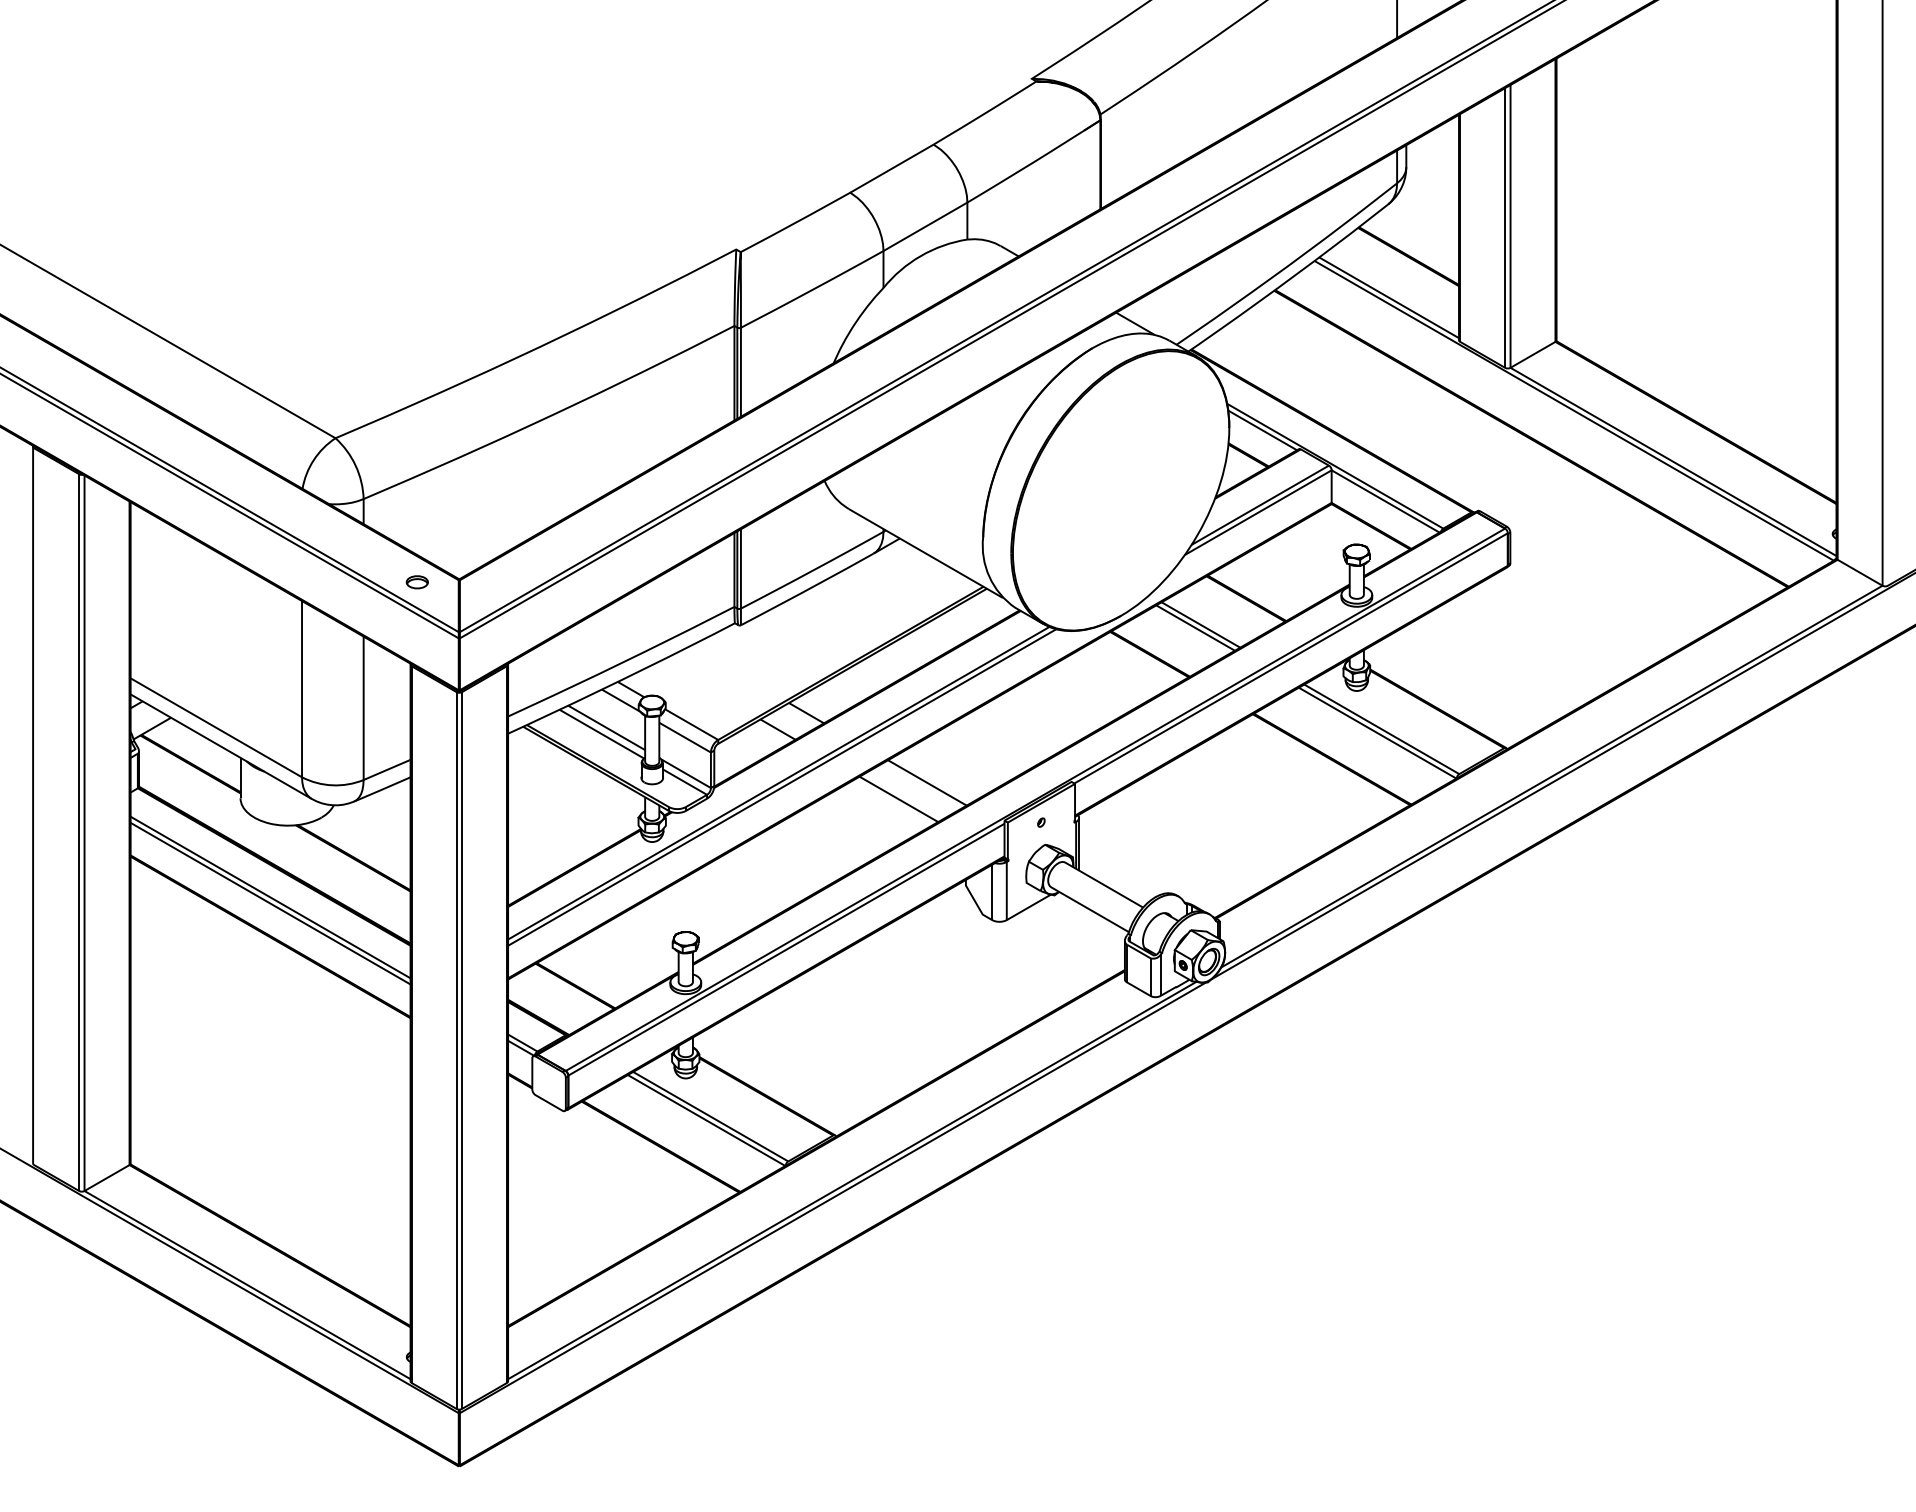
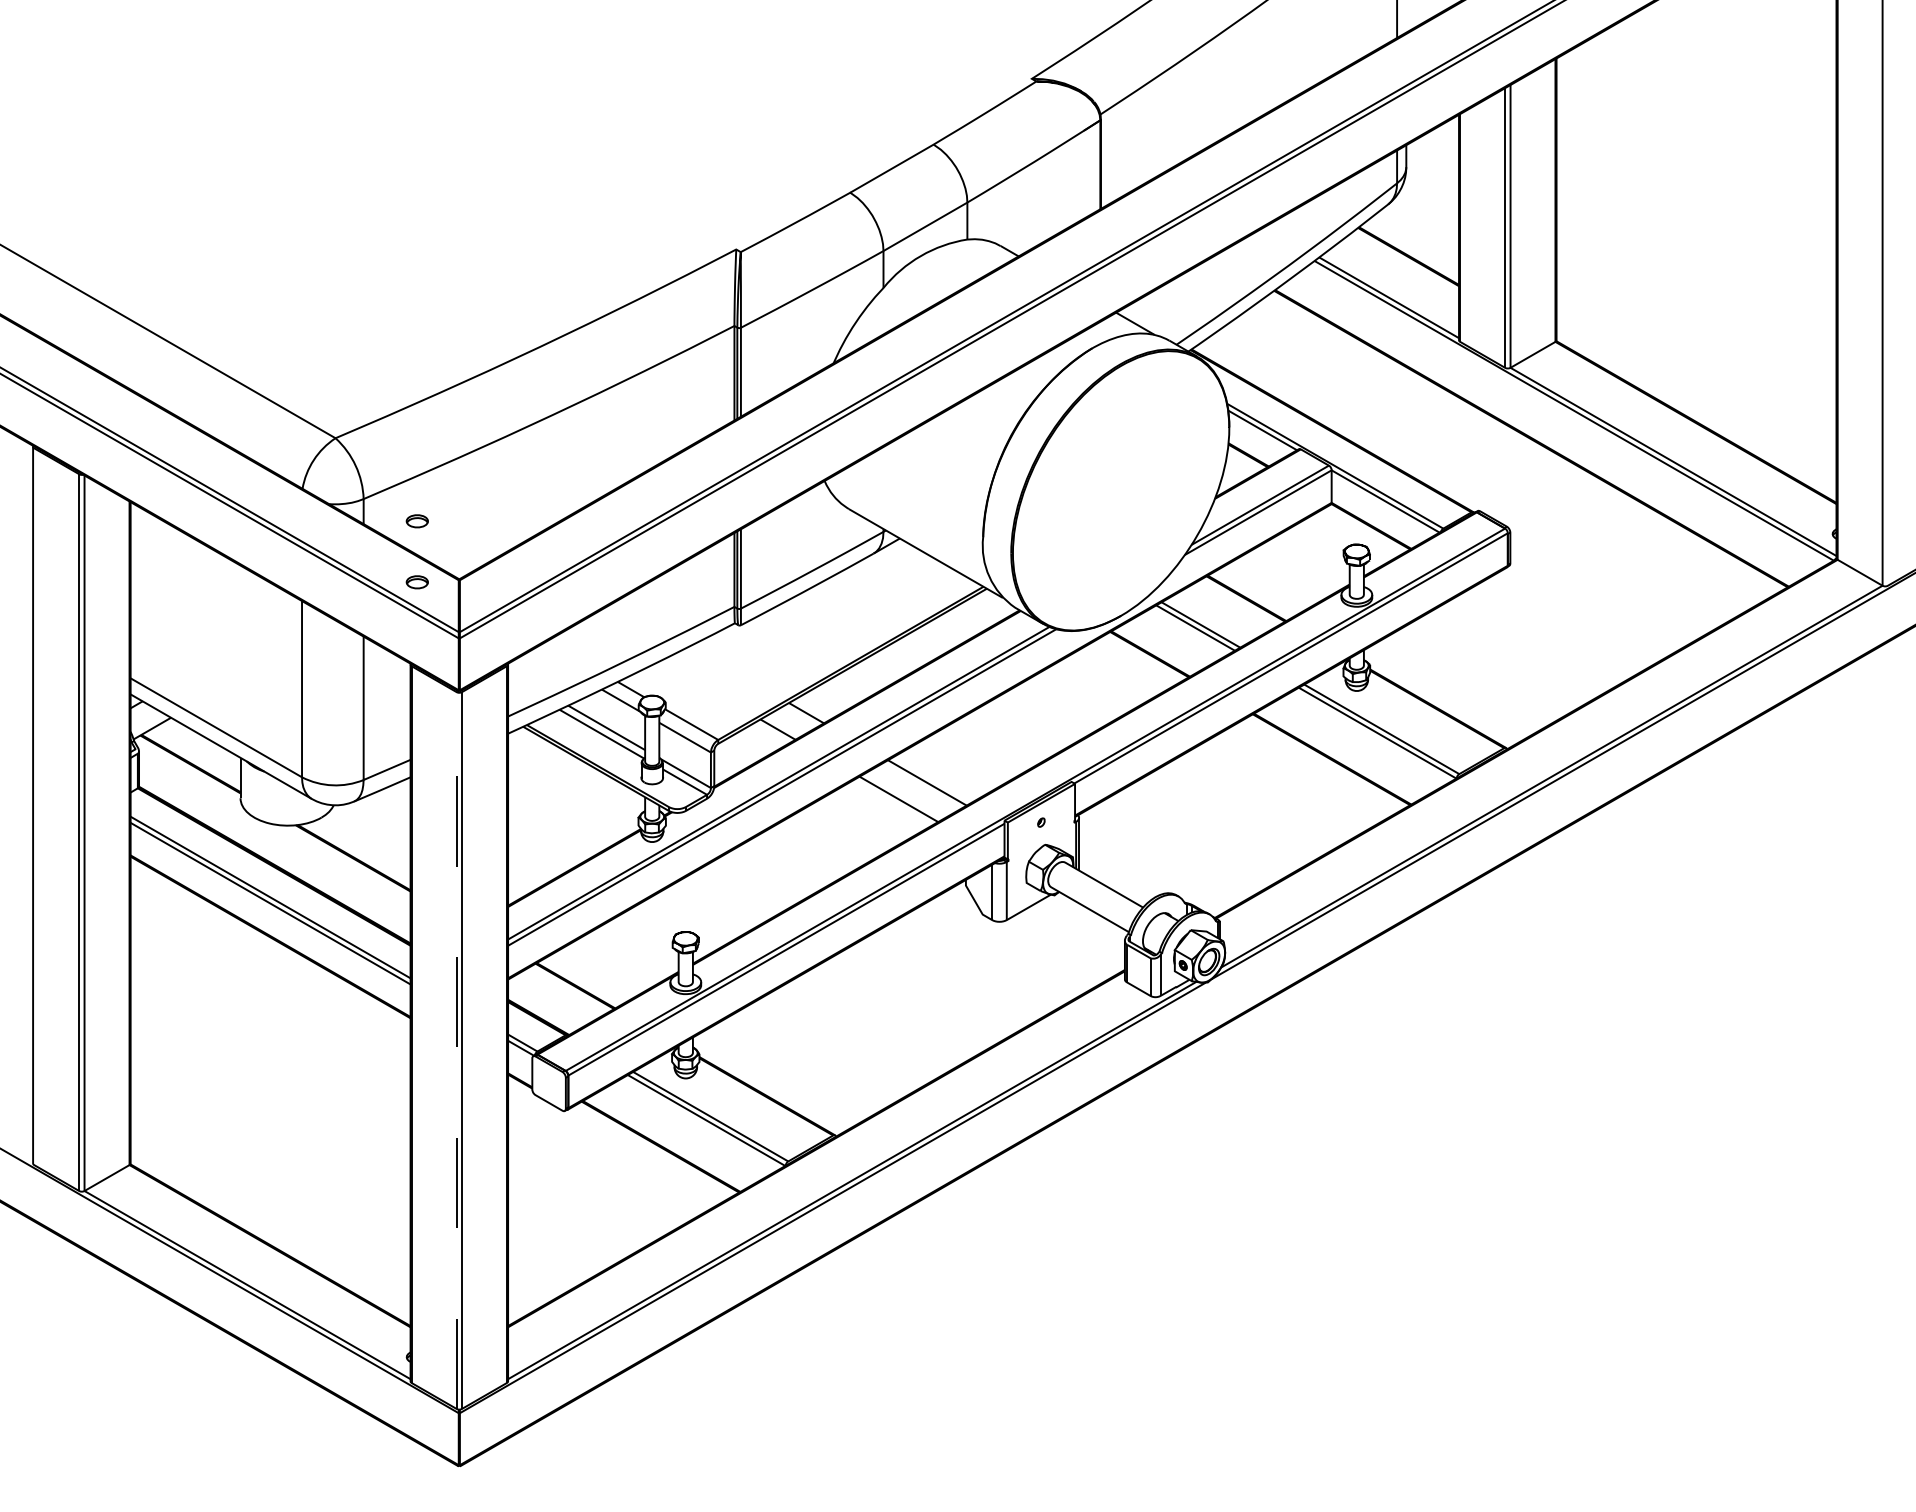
part at (416, 521): none -> present
line at (456, 1050): solid -> dashed
